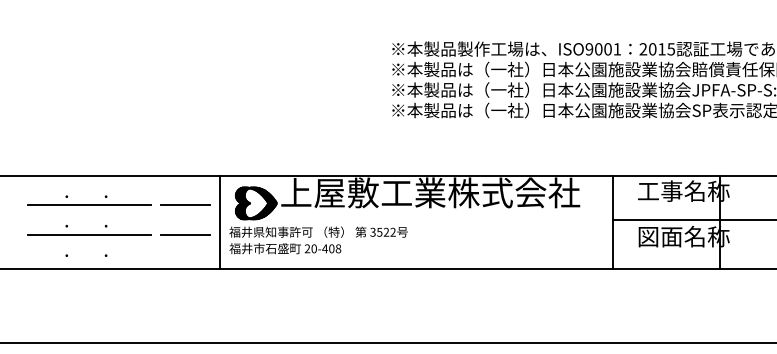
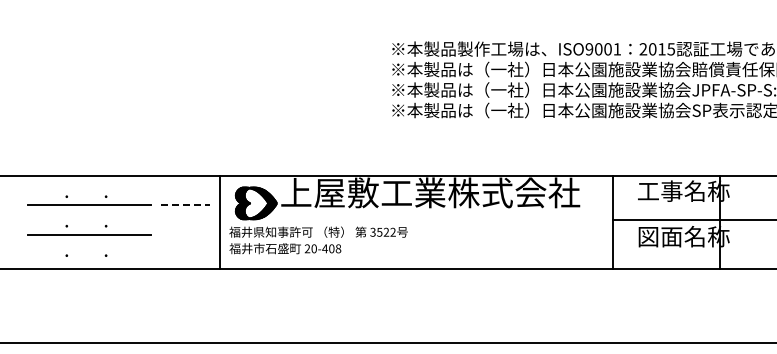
line at (185, 205): solid -> dashed
line at (185, 234): present -> none
